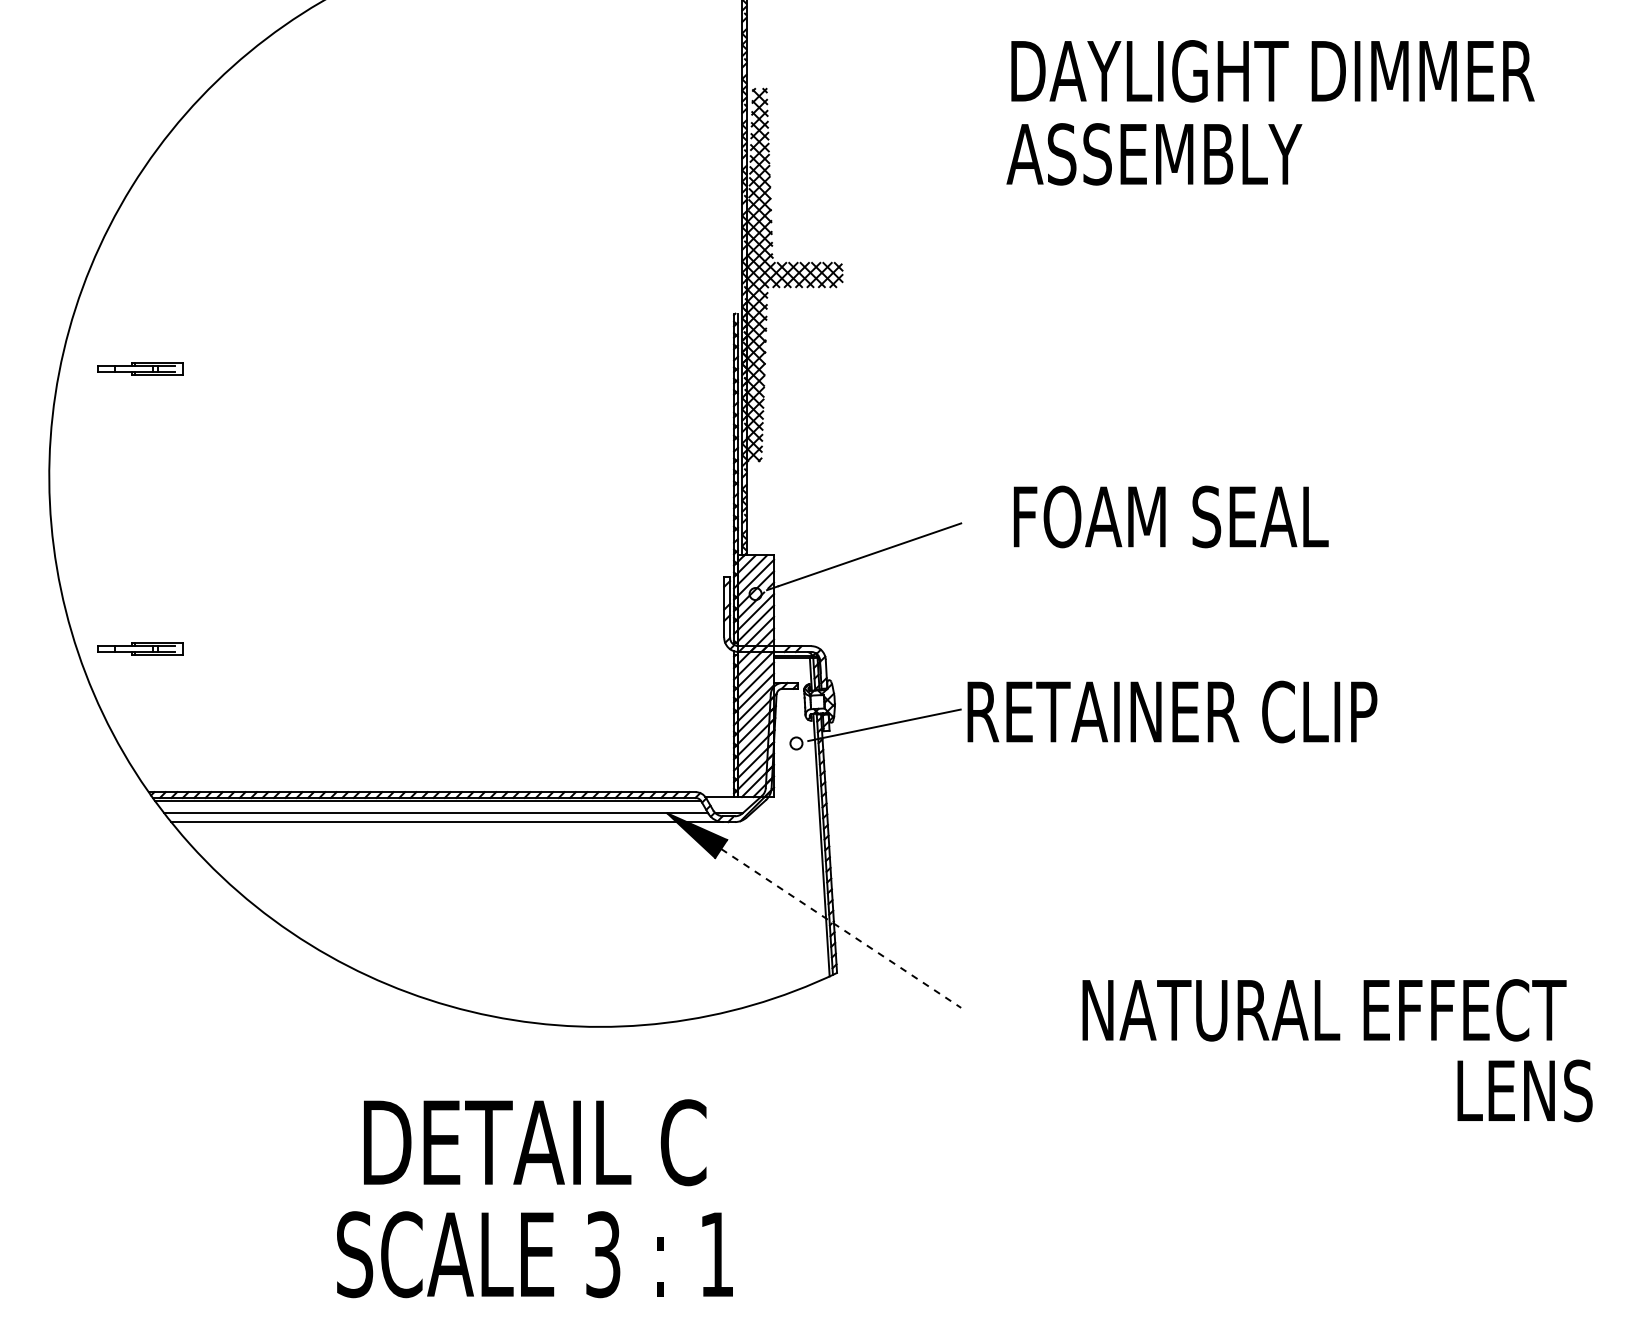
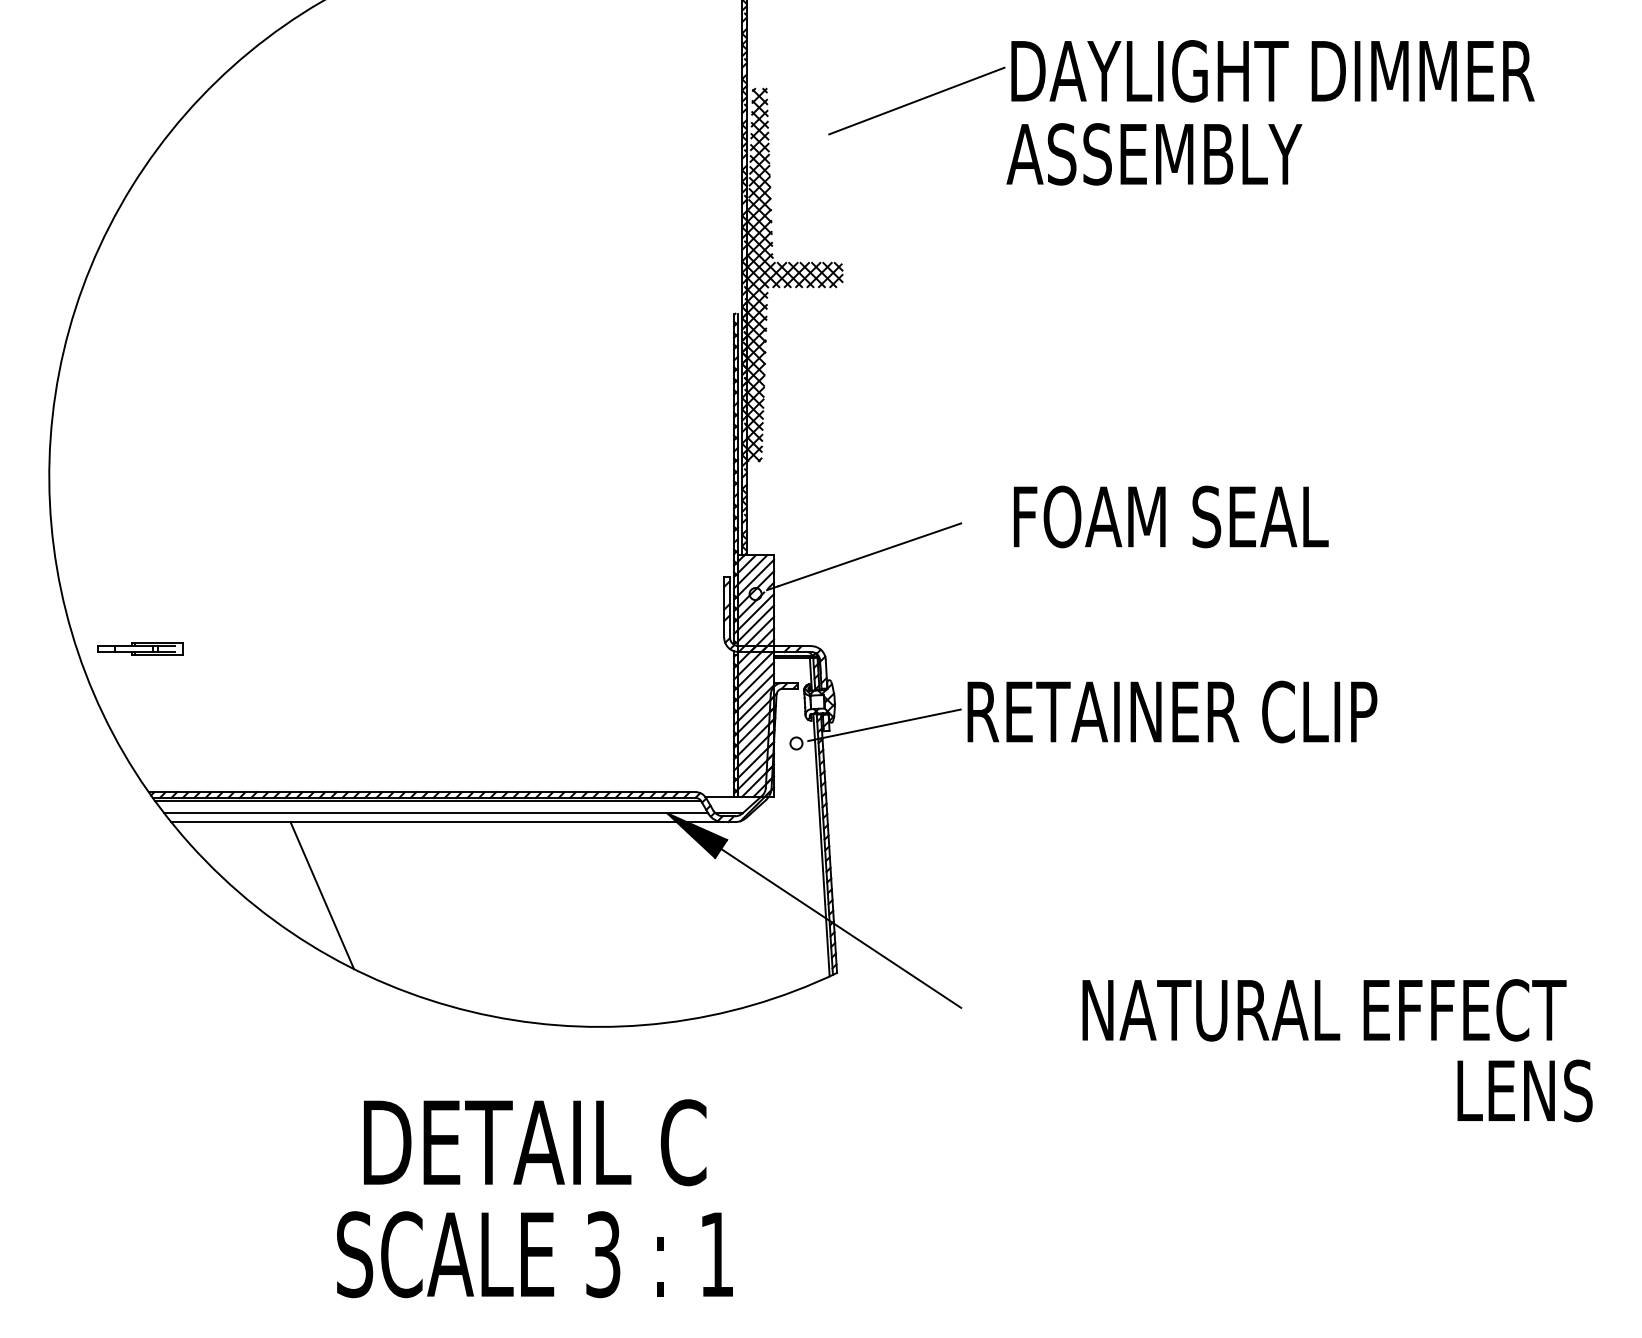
line at (916, 100): none -> present
part at (140, 368): present -> none
line at (322, 895): none -> present
line at (841, 928): dashed -> solid
